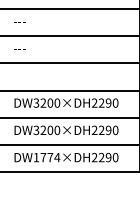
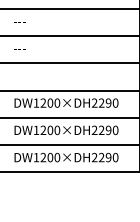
text at (36, 102): DW3200×DH2290 -> DW1200×DH2290
text at (36, 130): DW3200×DH2290 -> DW1200×DH2290
text at (50, 157): DW1774×DH2290 -> DW1200×DH2290
